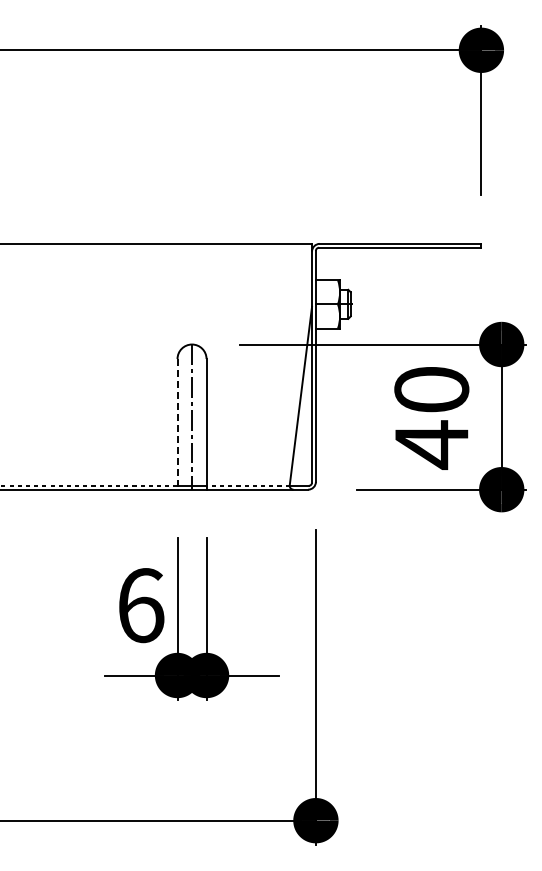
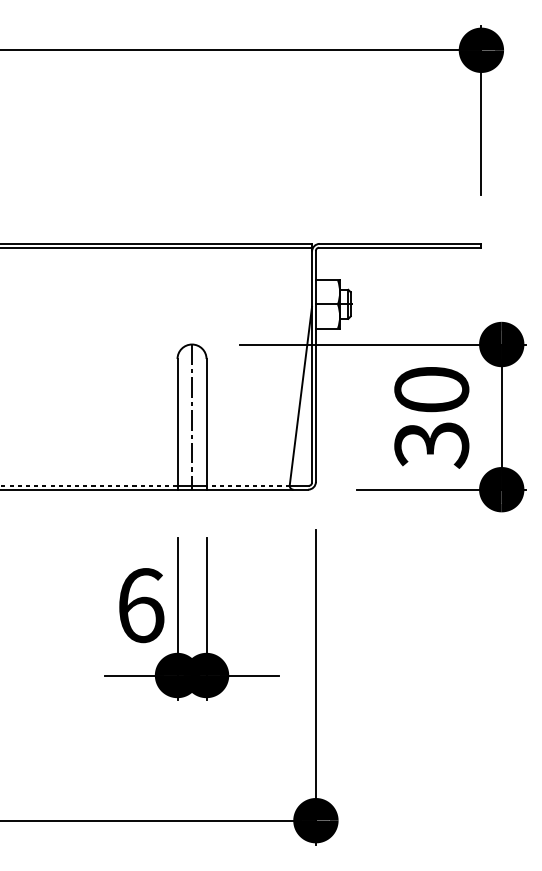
line at (157, 247): none -> present
line at (177, 424): dashed -> solid
text at (431, 444): 40 -> 30
